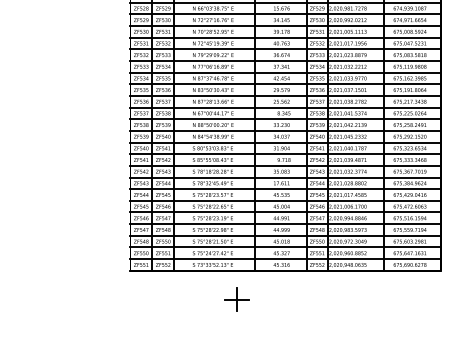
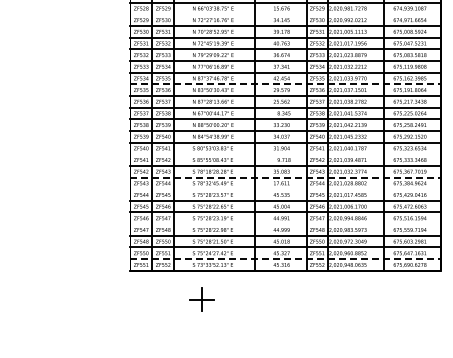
line at (285, 14): present -> none
line at (286, 84): solid -> dashed
line at (285, 154): present -> none
line at (286, 177): solid -> dashed
line at (285, 189): present -> none
line at (285, 224): present -> none
line at (286, 259): solid -> dashed
part at (236, 299) position: (236, 299) -> (201, 299)
